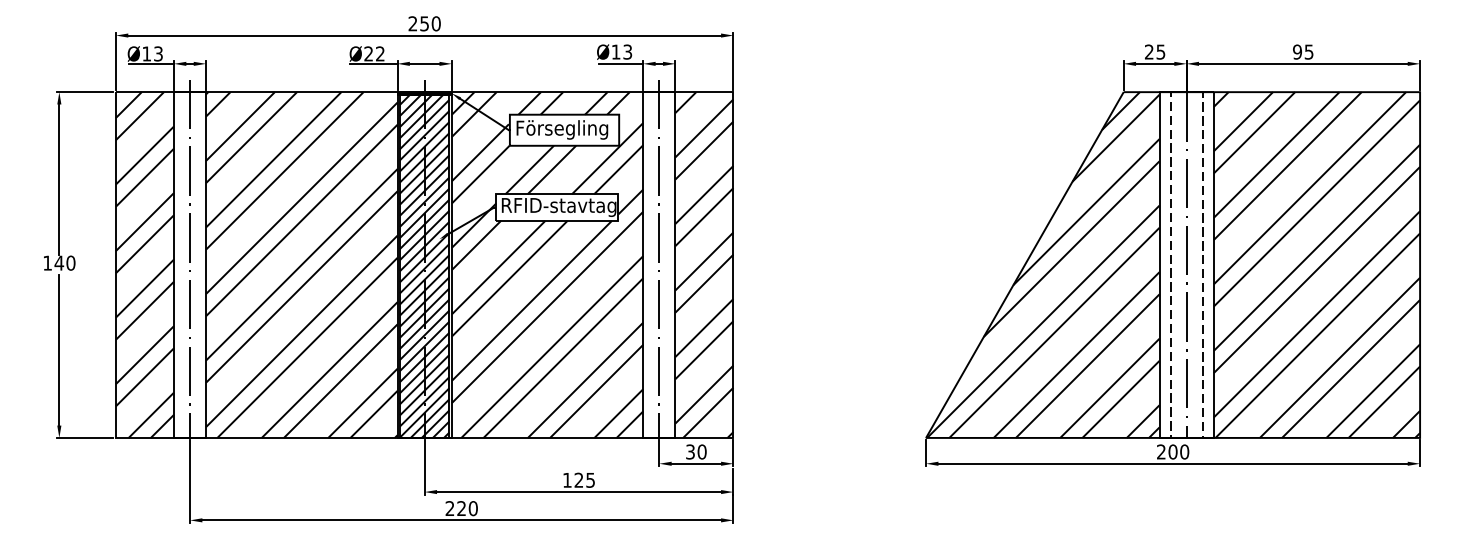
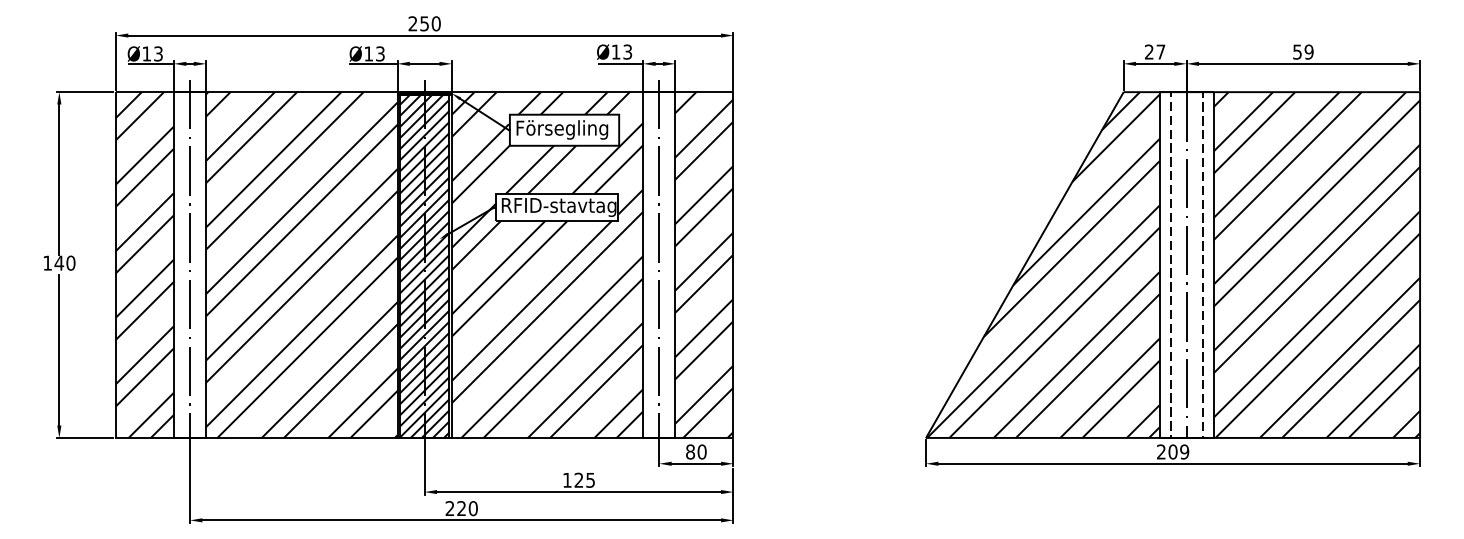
text at (1160, 51): 25 -> 27
text at (1303, 51): 95 -> 59
text at (374, 53): 22 -> 13
text at (690, 451): 30 -> 80
text at (1184, 451): 200 -> 209
